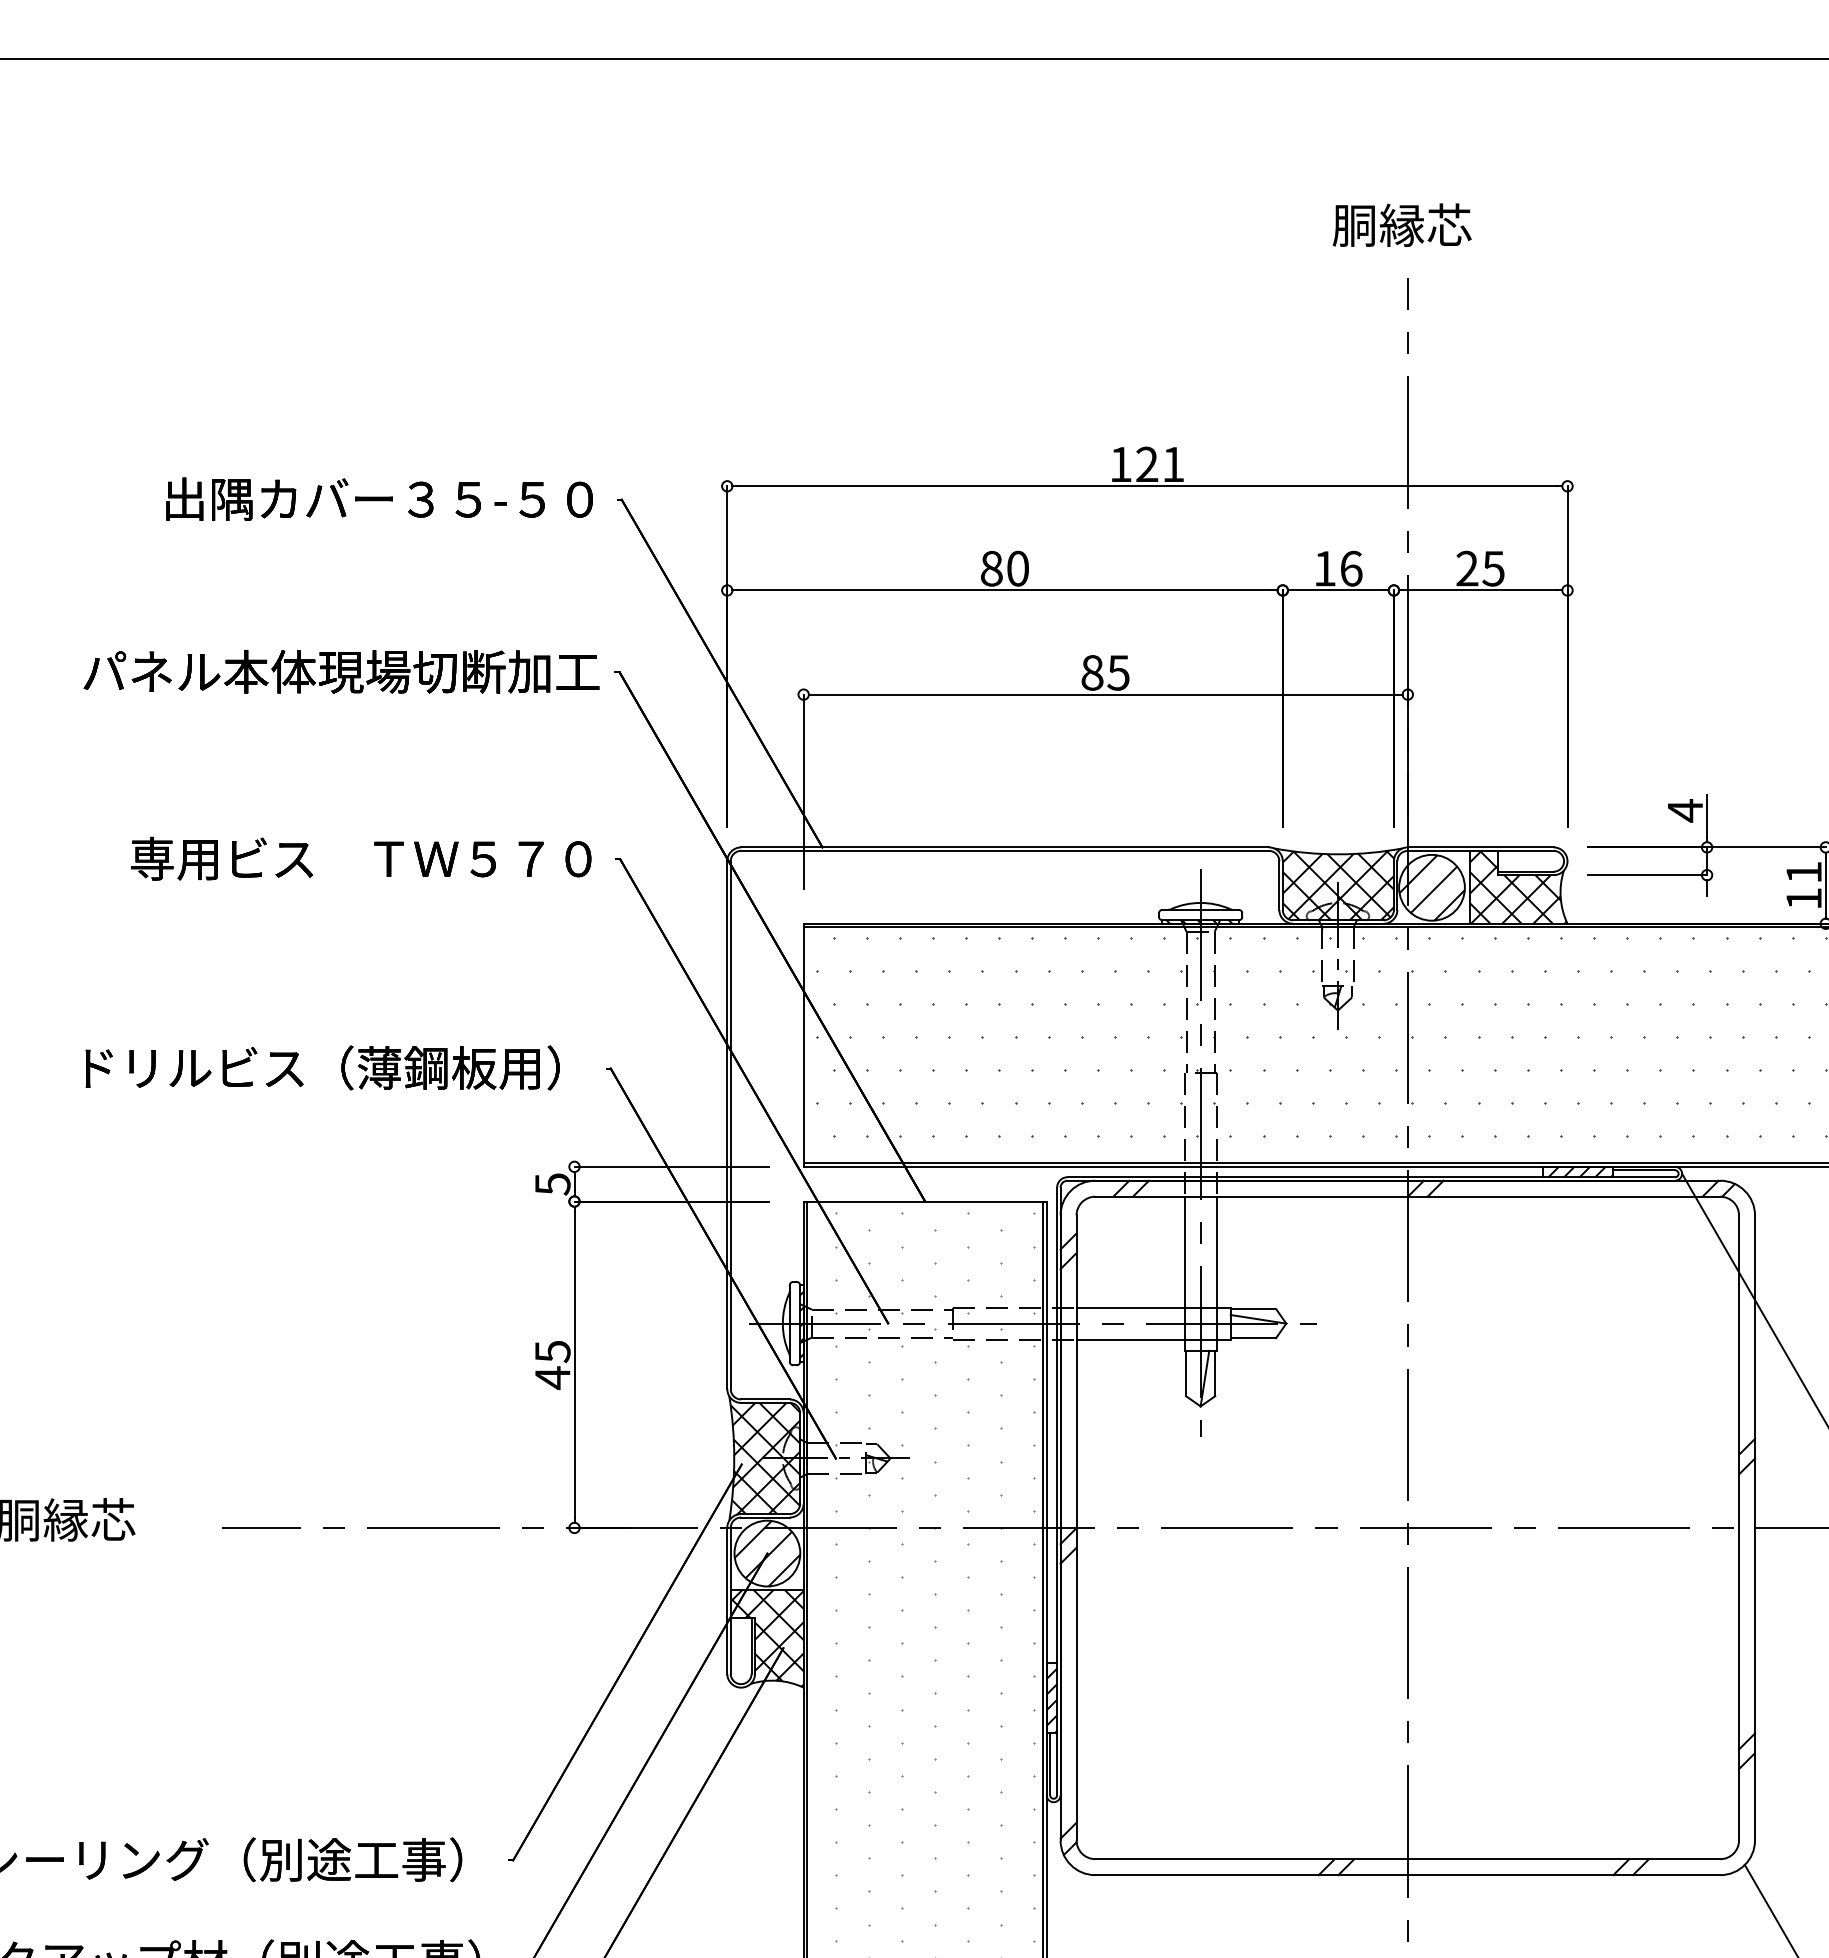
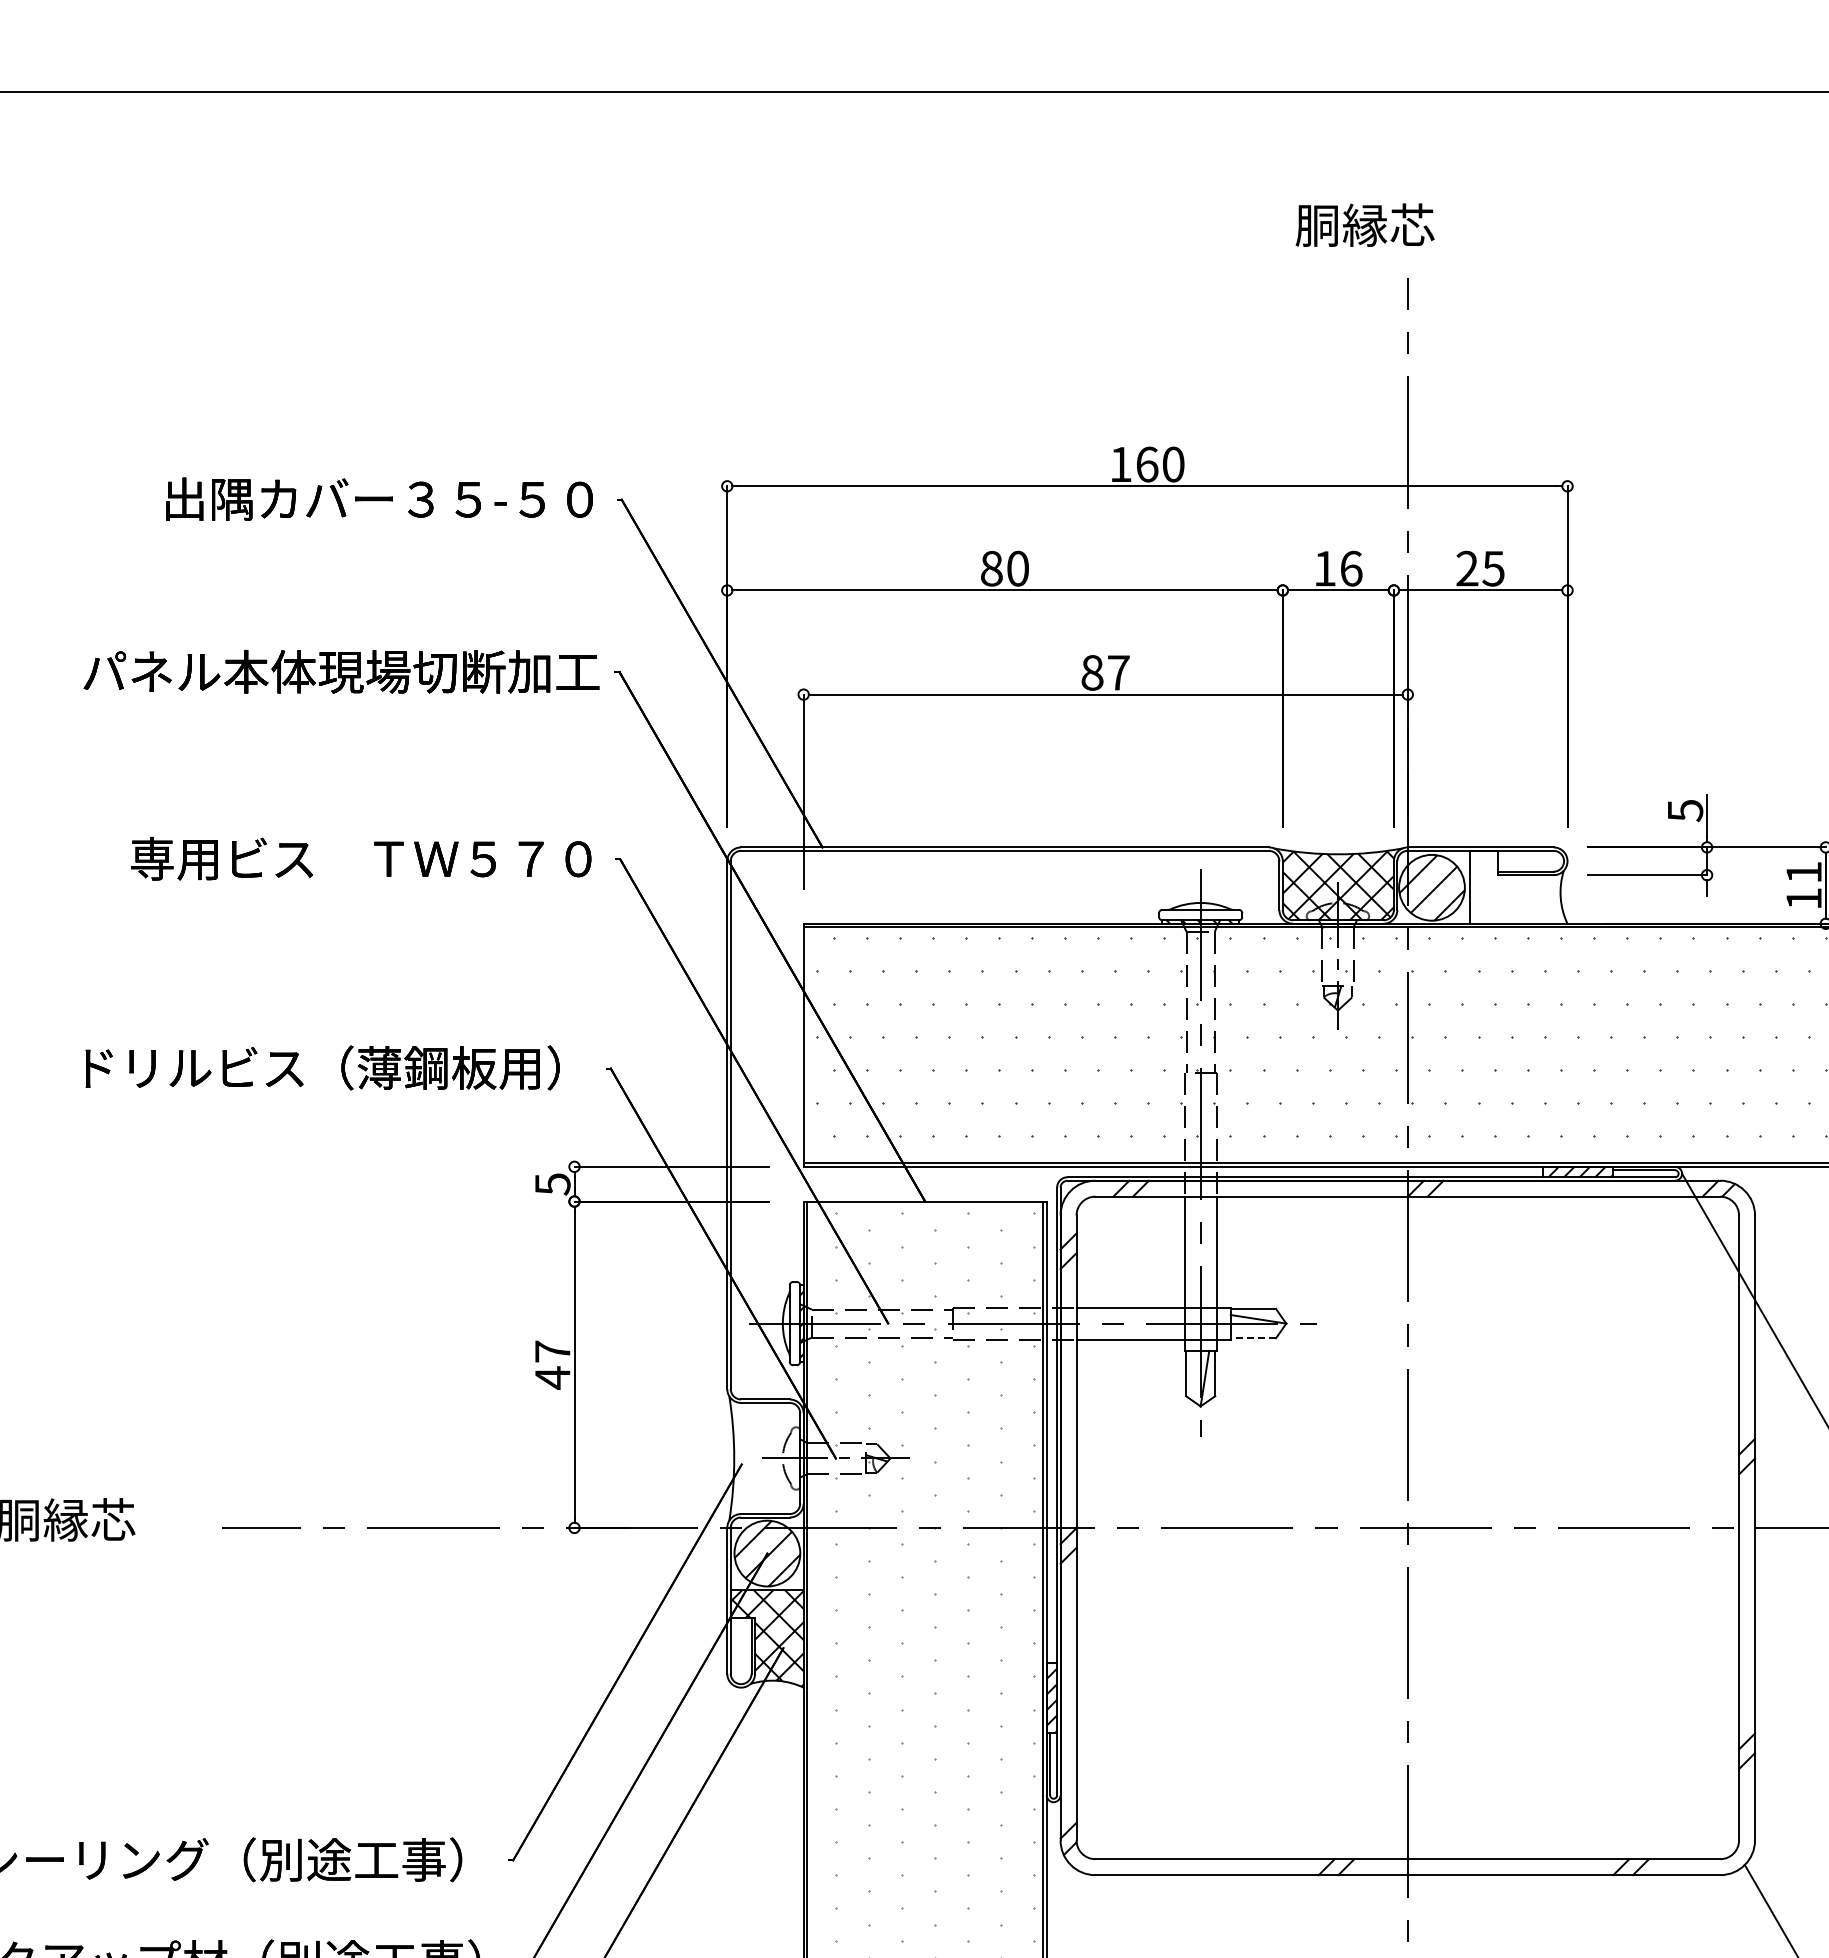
line at (913, 58) position: (913, 58) -> (913, 91)
text at (1401, 224) position: (1401, 224) -> (1364, 224)
text at (1160, 464): 121 -> 160
text at (1118, 672): 85 -> 87
text at (1685, 810): 4 -> 5
hatch at (1518, 886): present -> none
line at (1253, 1338): solid -> dashed
text at (552, 1351): 45 -> 47
hatch at (764, 1455): present -> none
